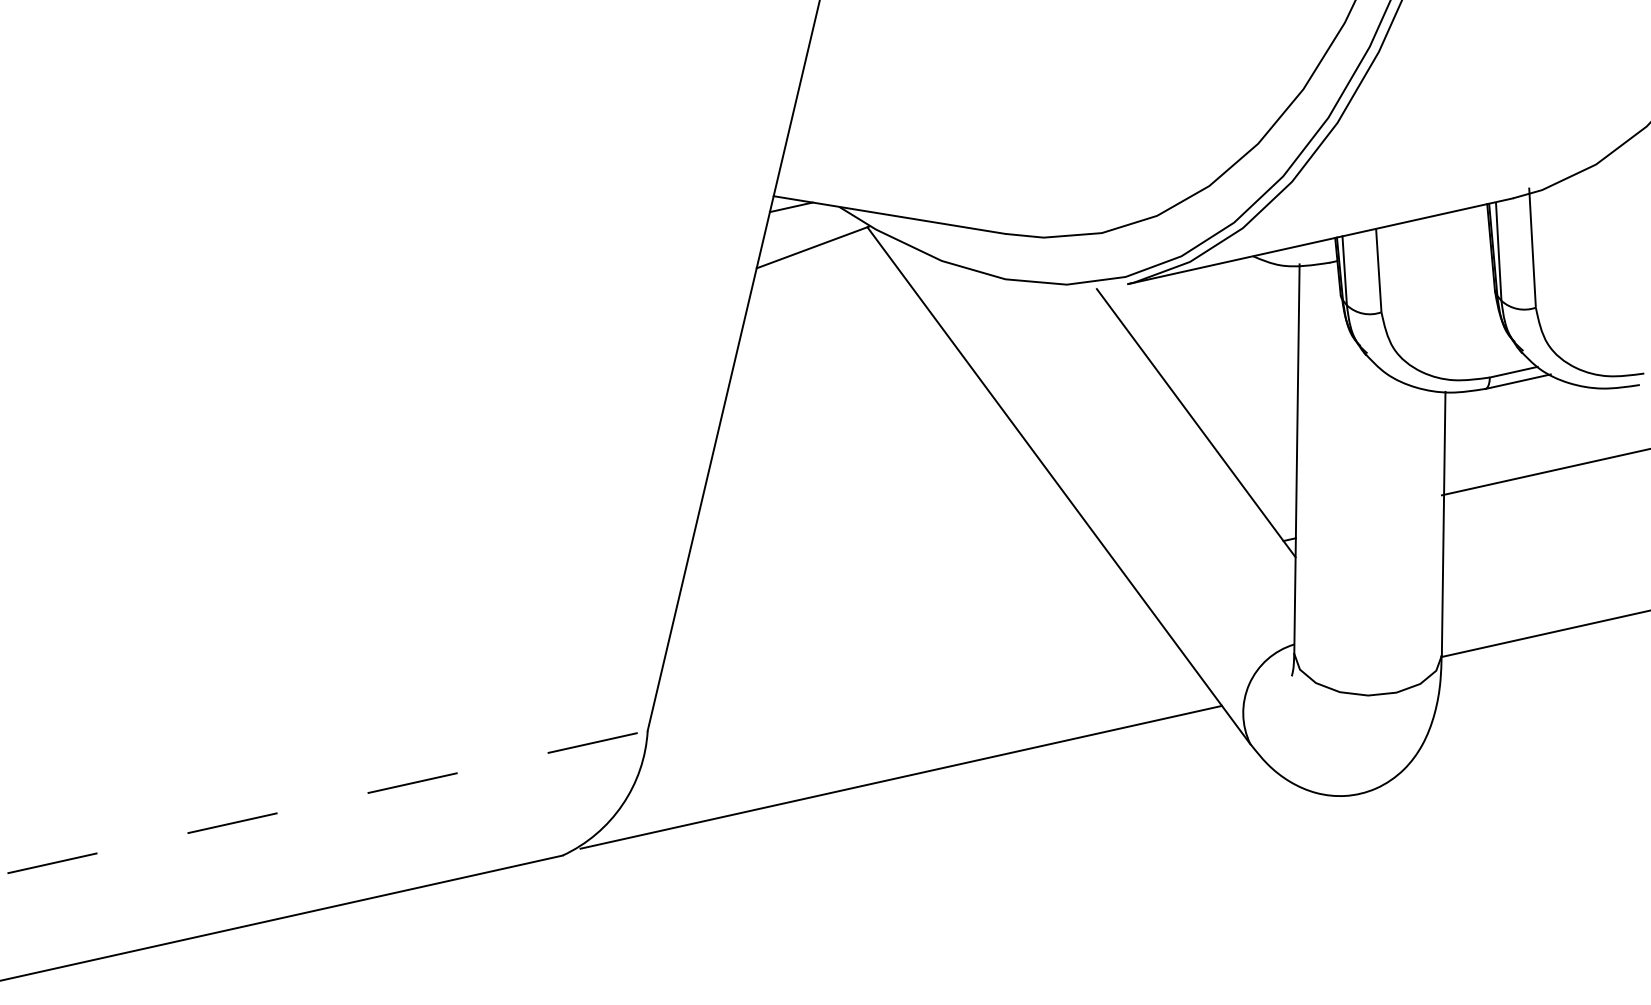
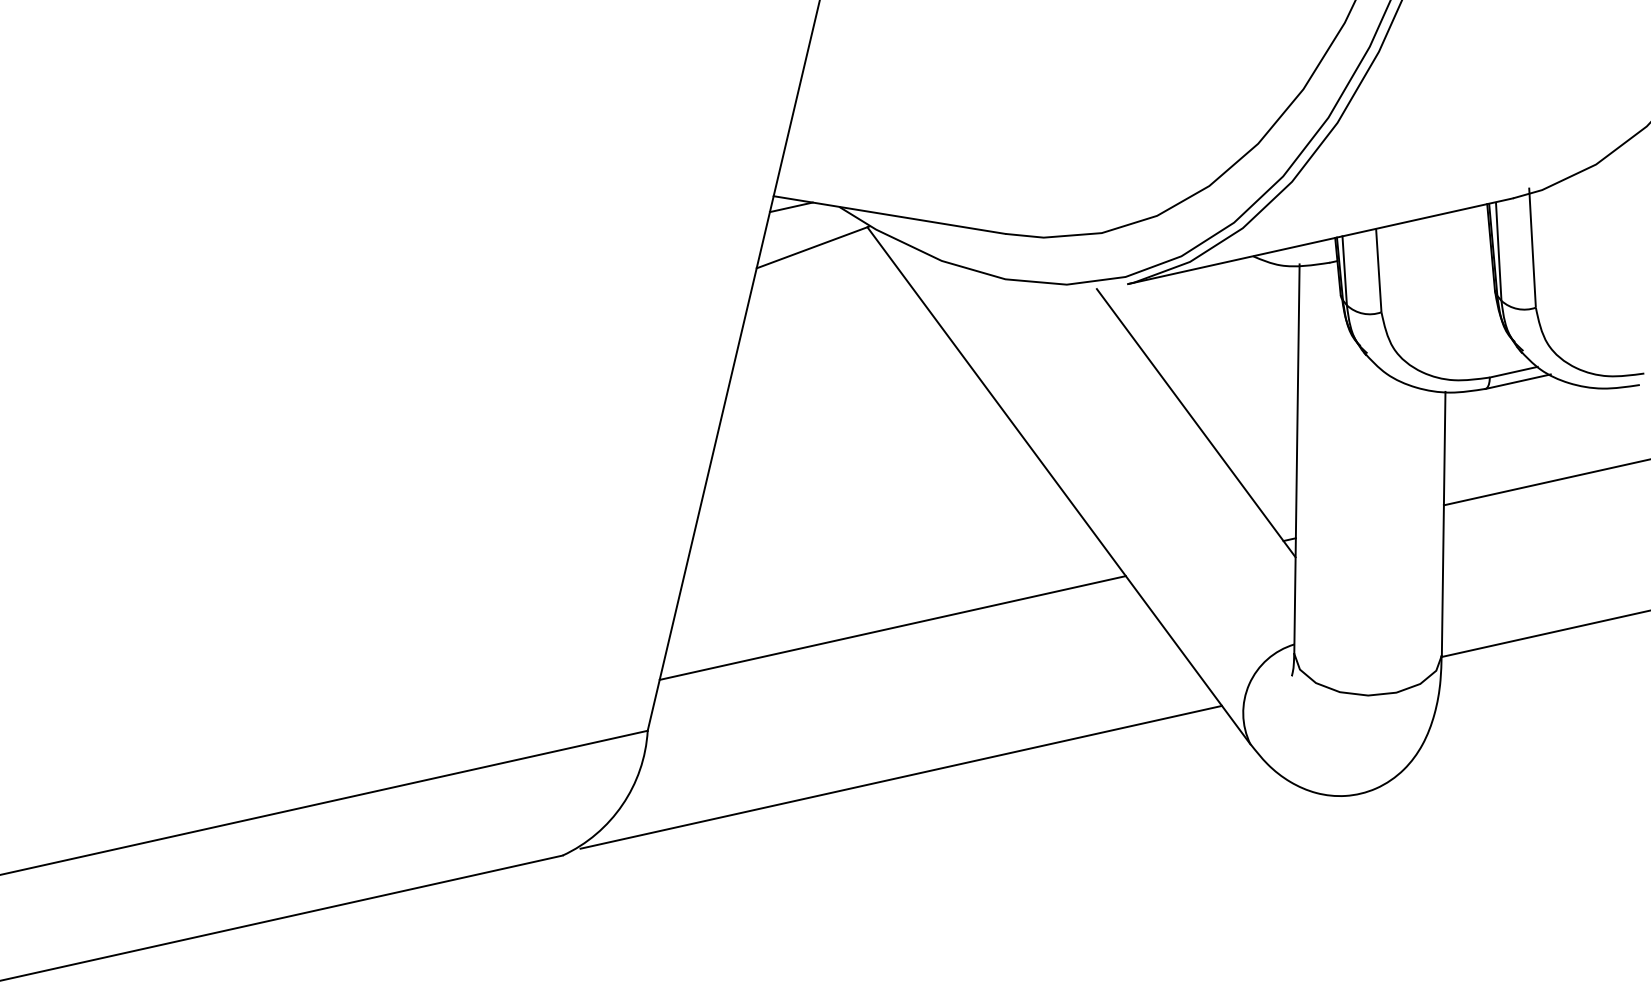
line at (1544, 472) position: (1544, 472) -> (1545, 482)
line at (892, 627): none -> present
line at (324, 802): dashed -> solid
